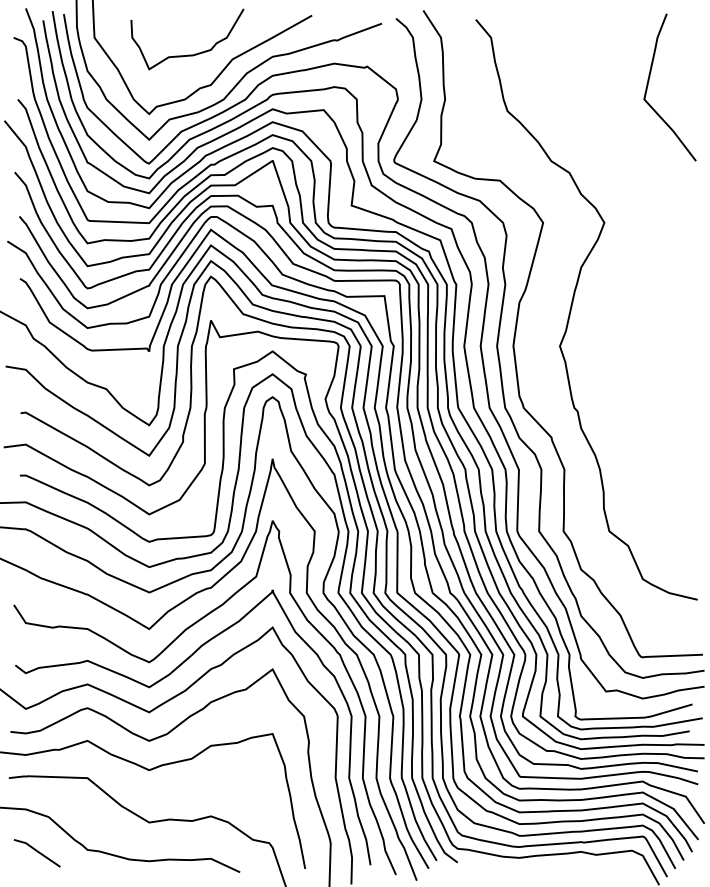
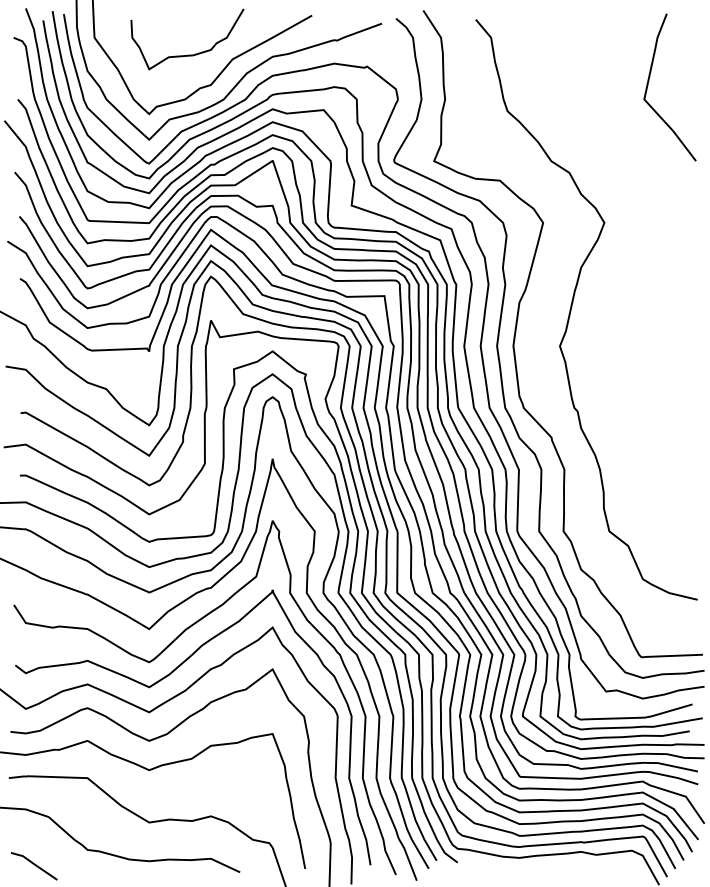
line at (37, 852) position: (37, 852) -> (34, 865)
